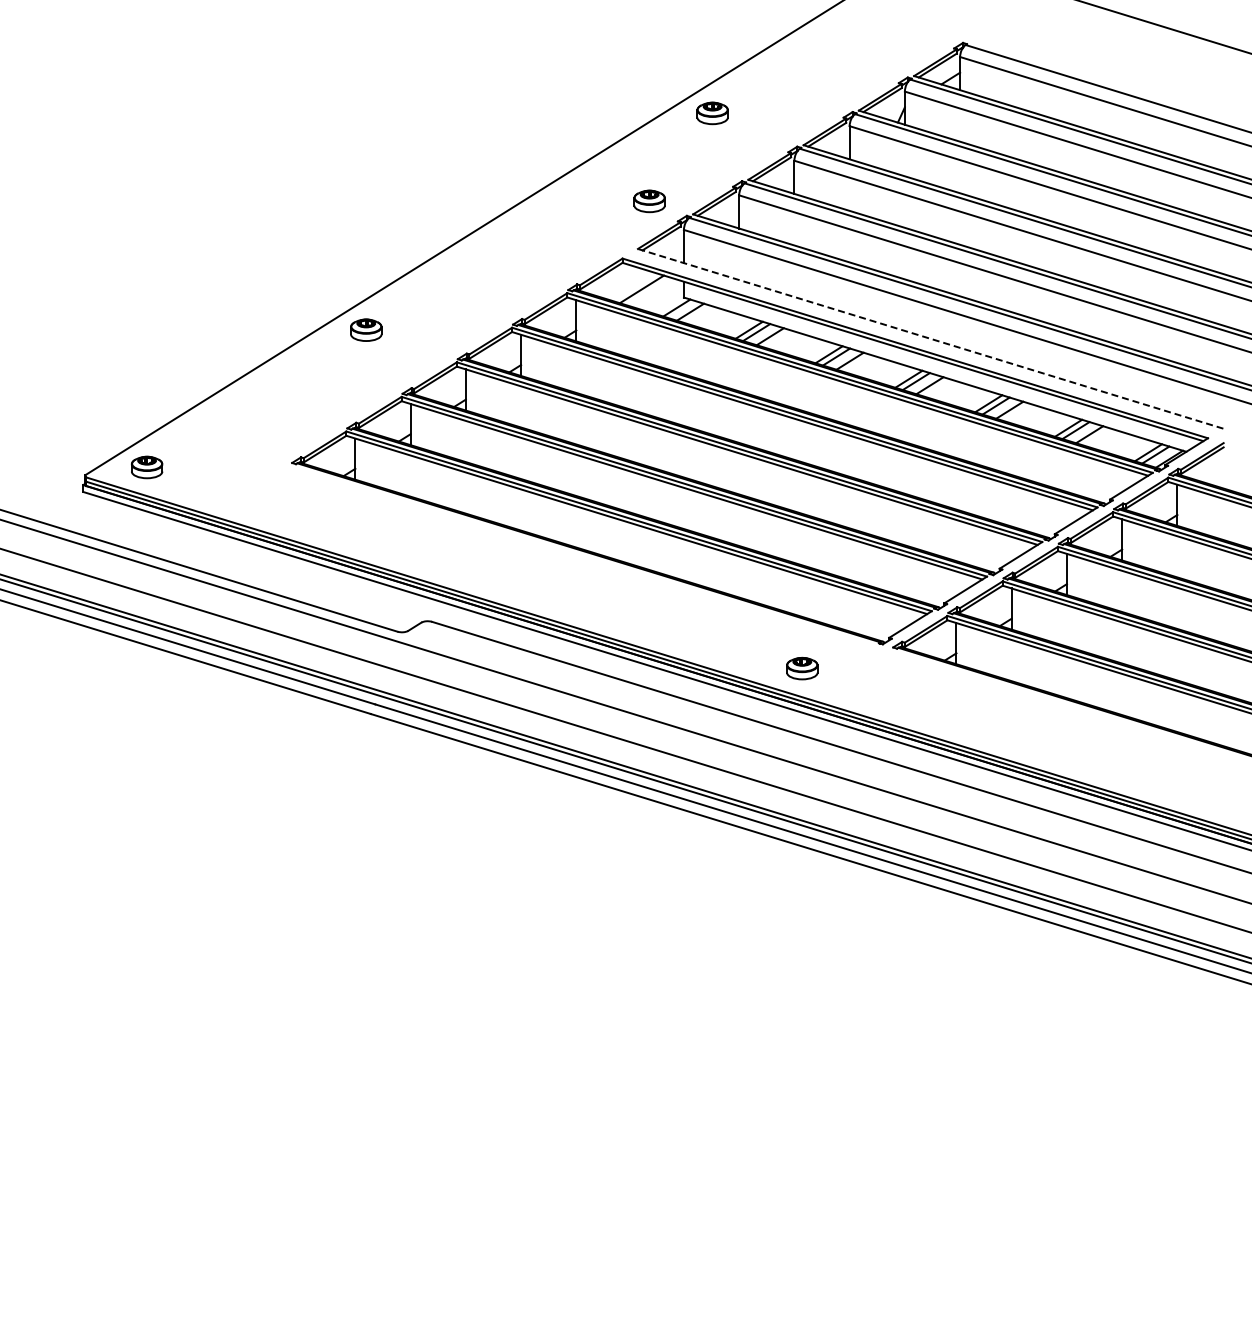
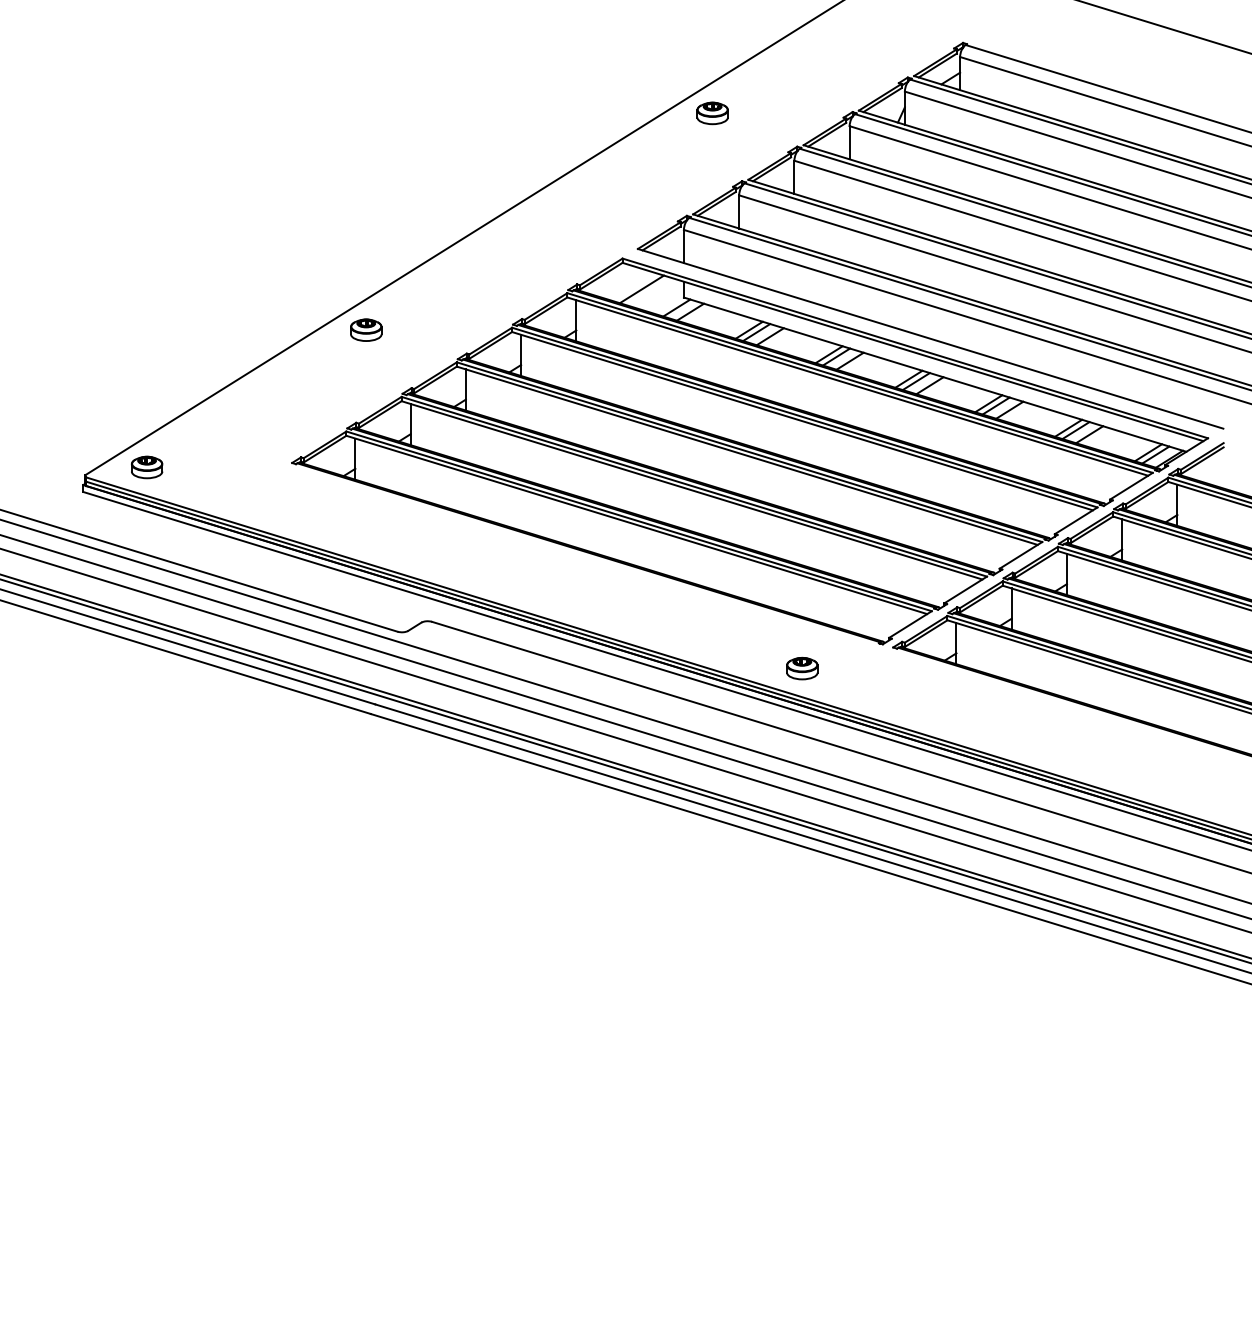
part at (649, 201): present -> none
line at (930, 338): dashed -> solid
line at (625, 726): none -> present
